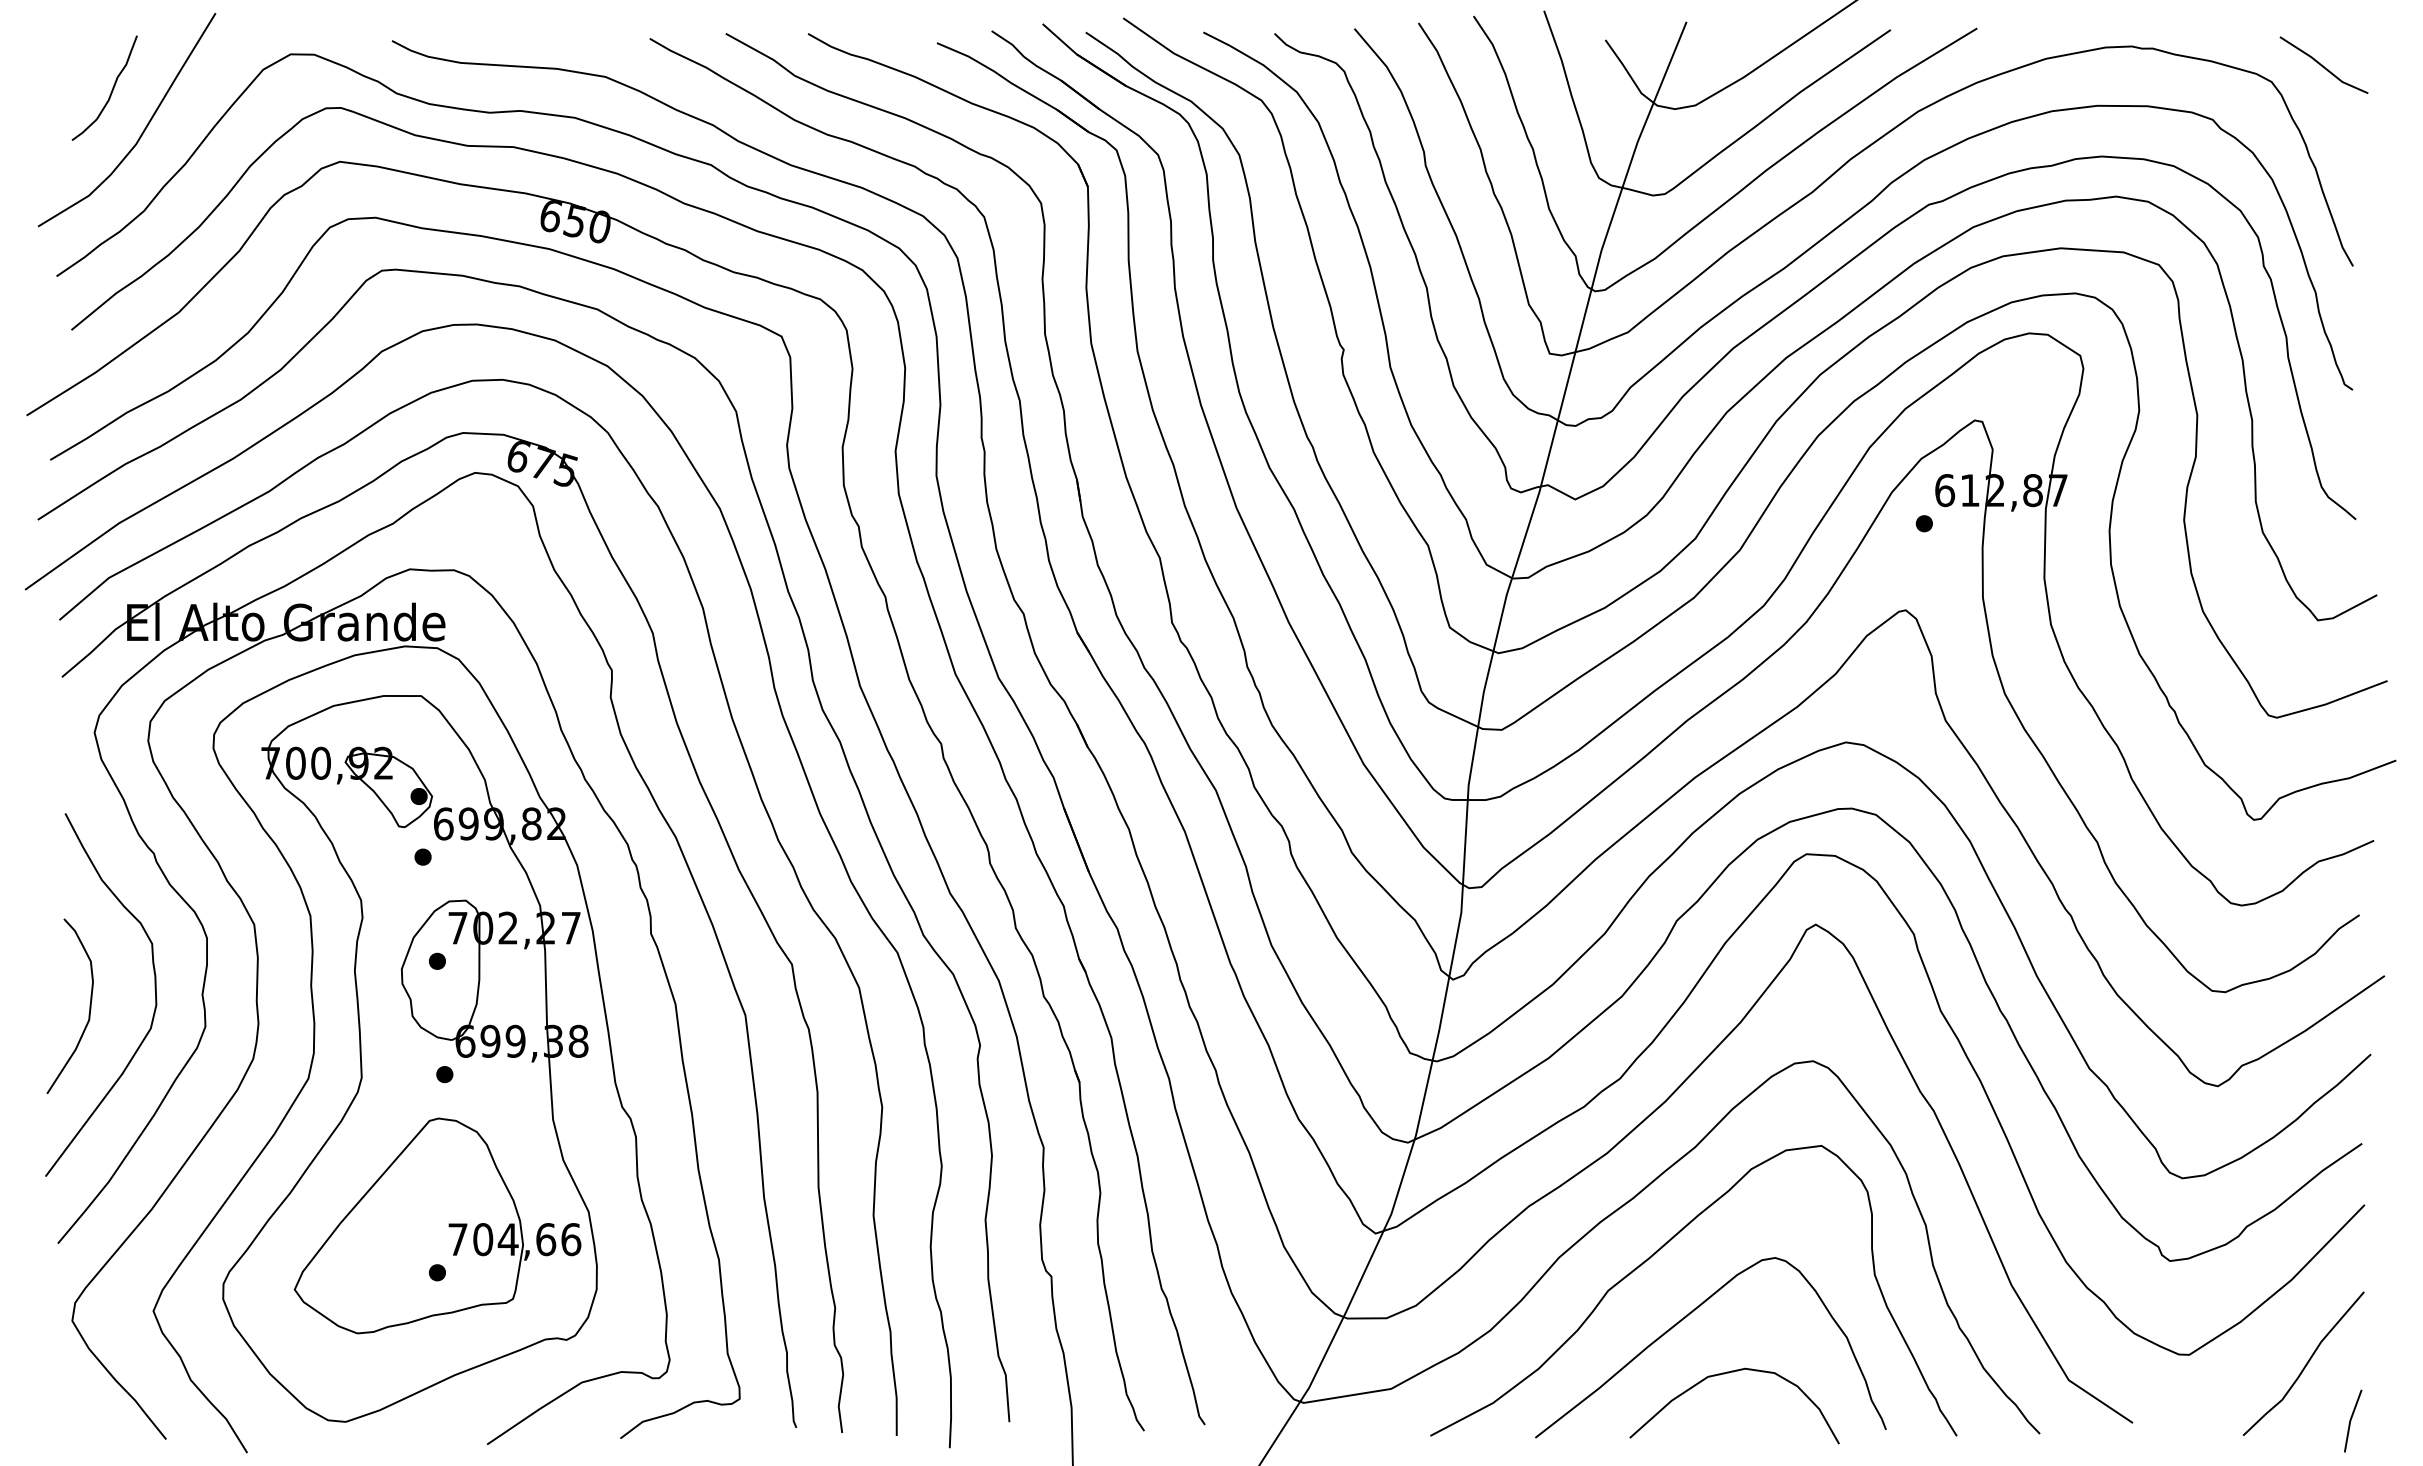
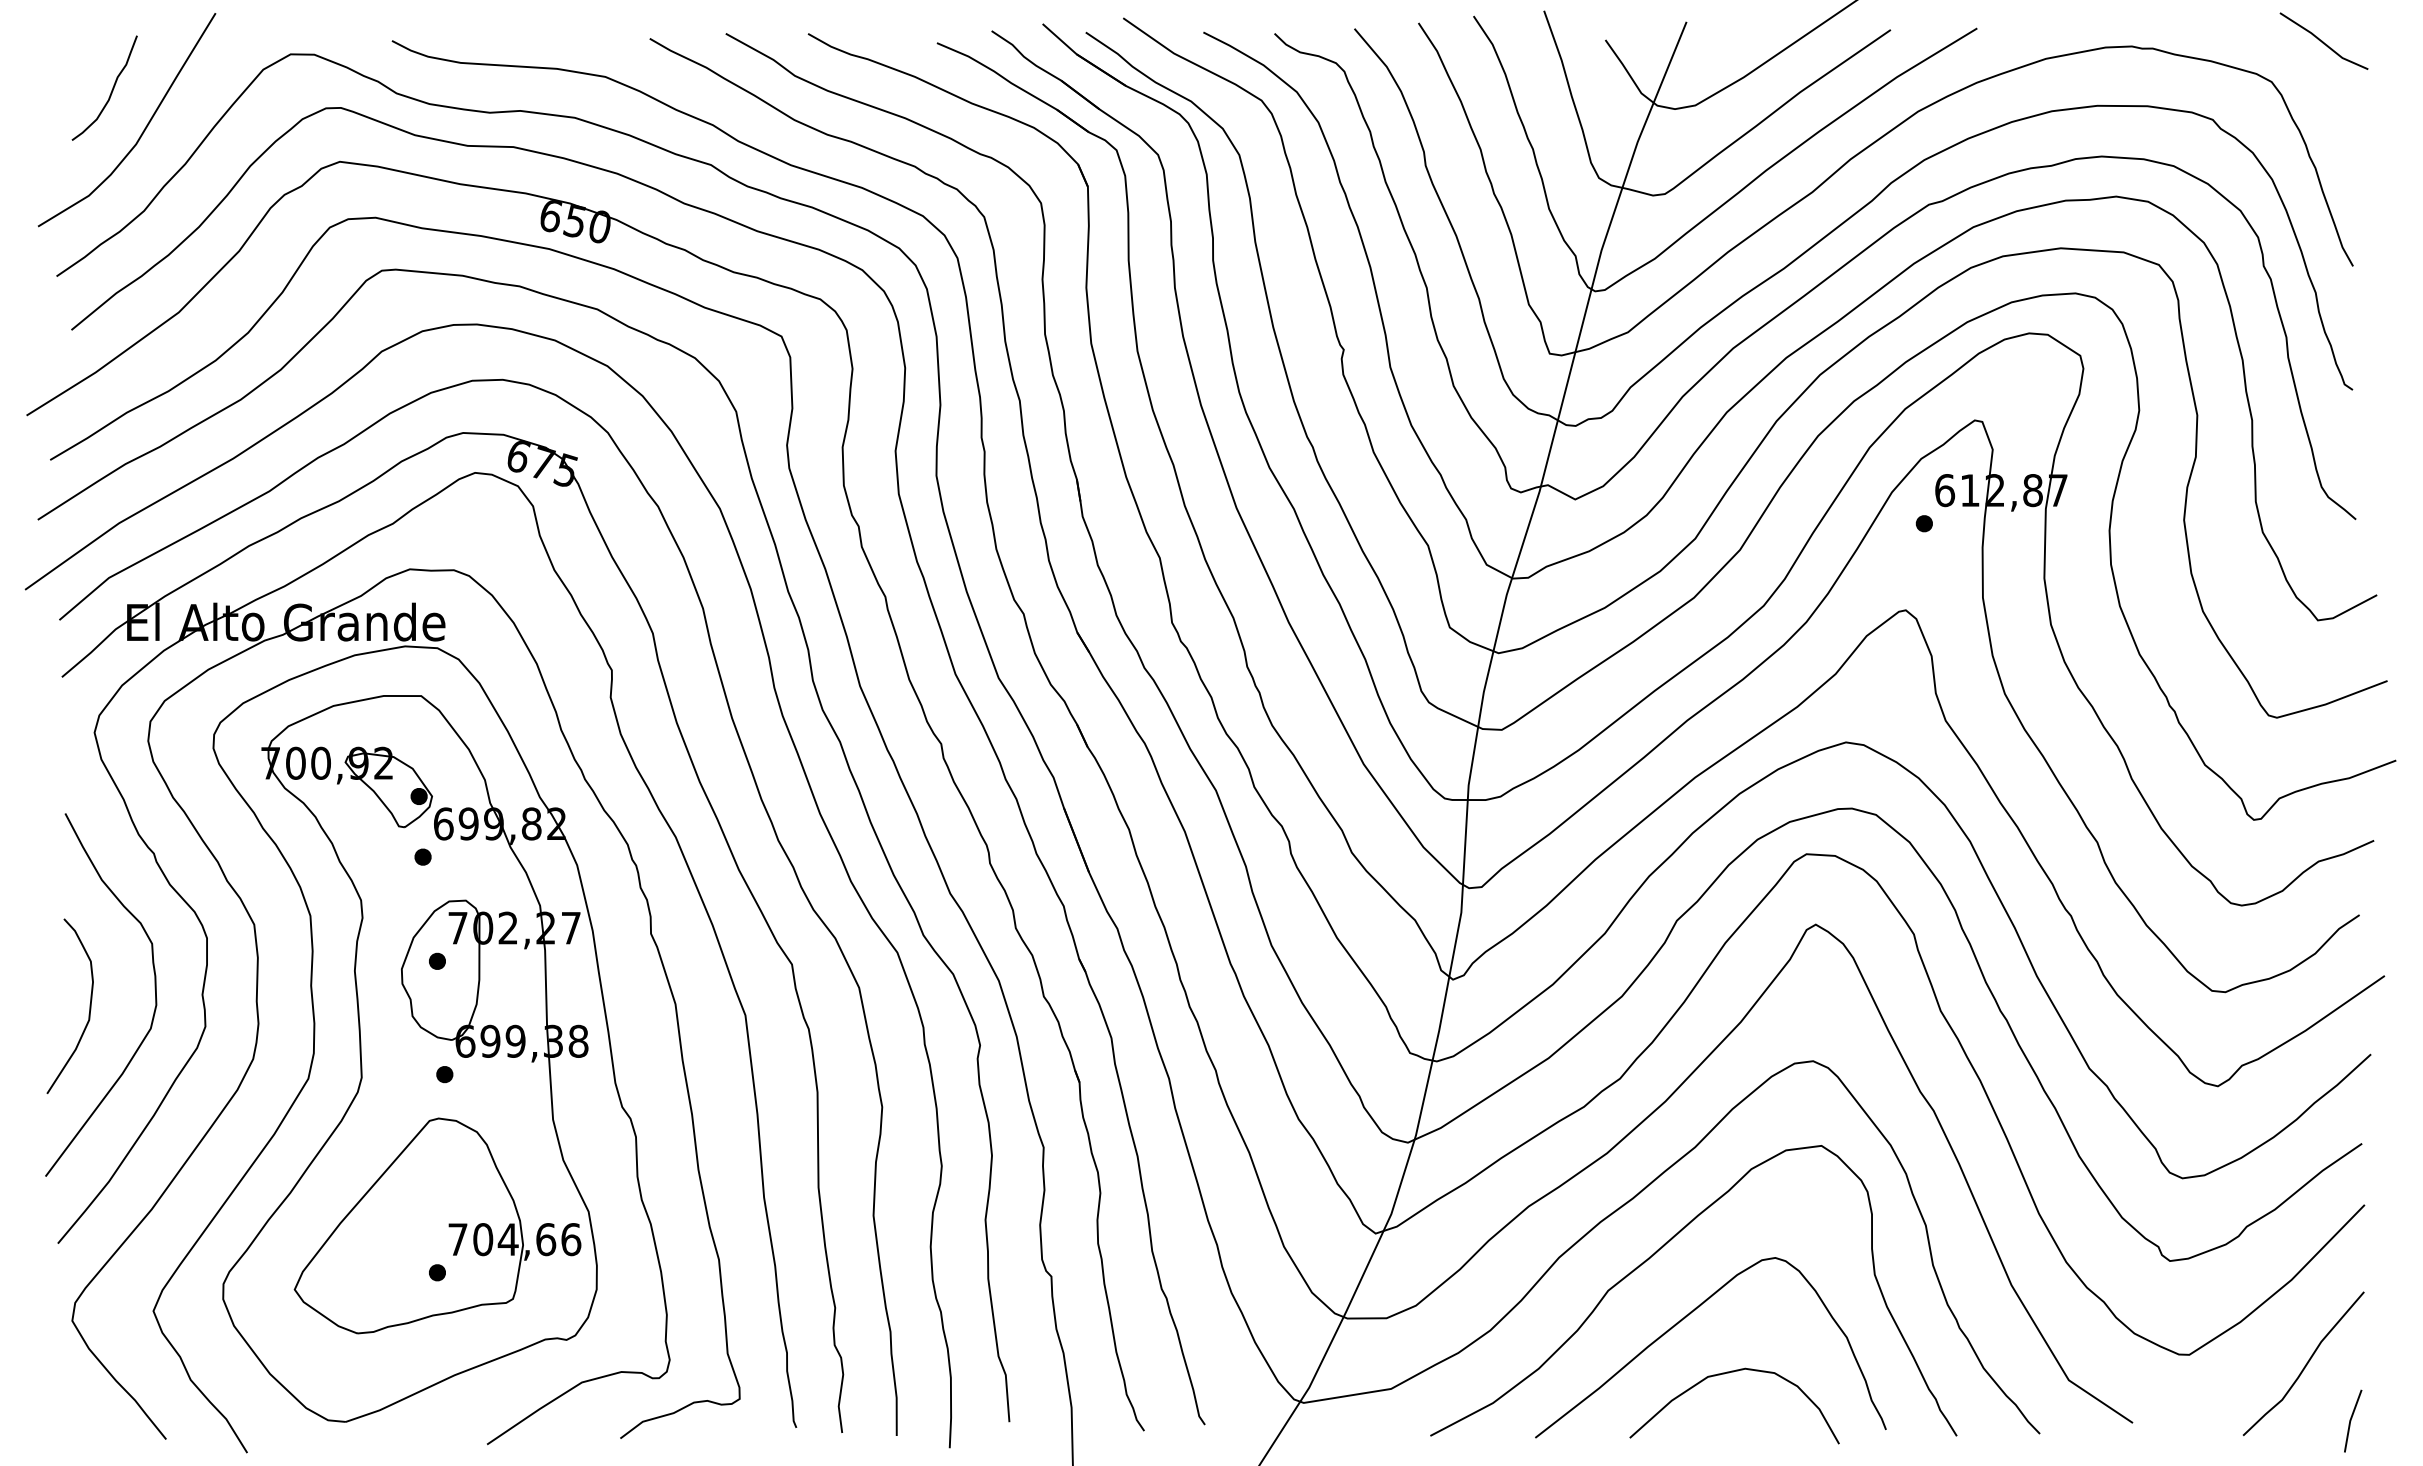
line at (2322, 64) position: (2322, 64) -> (2322, 40)
